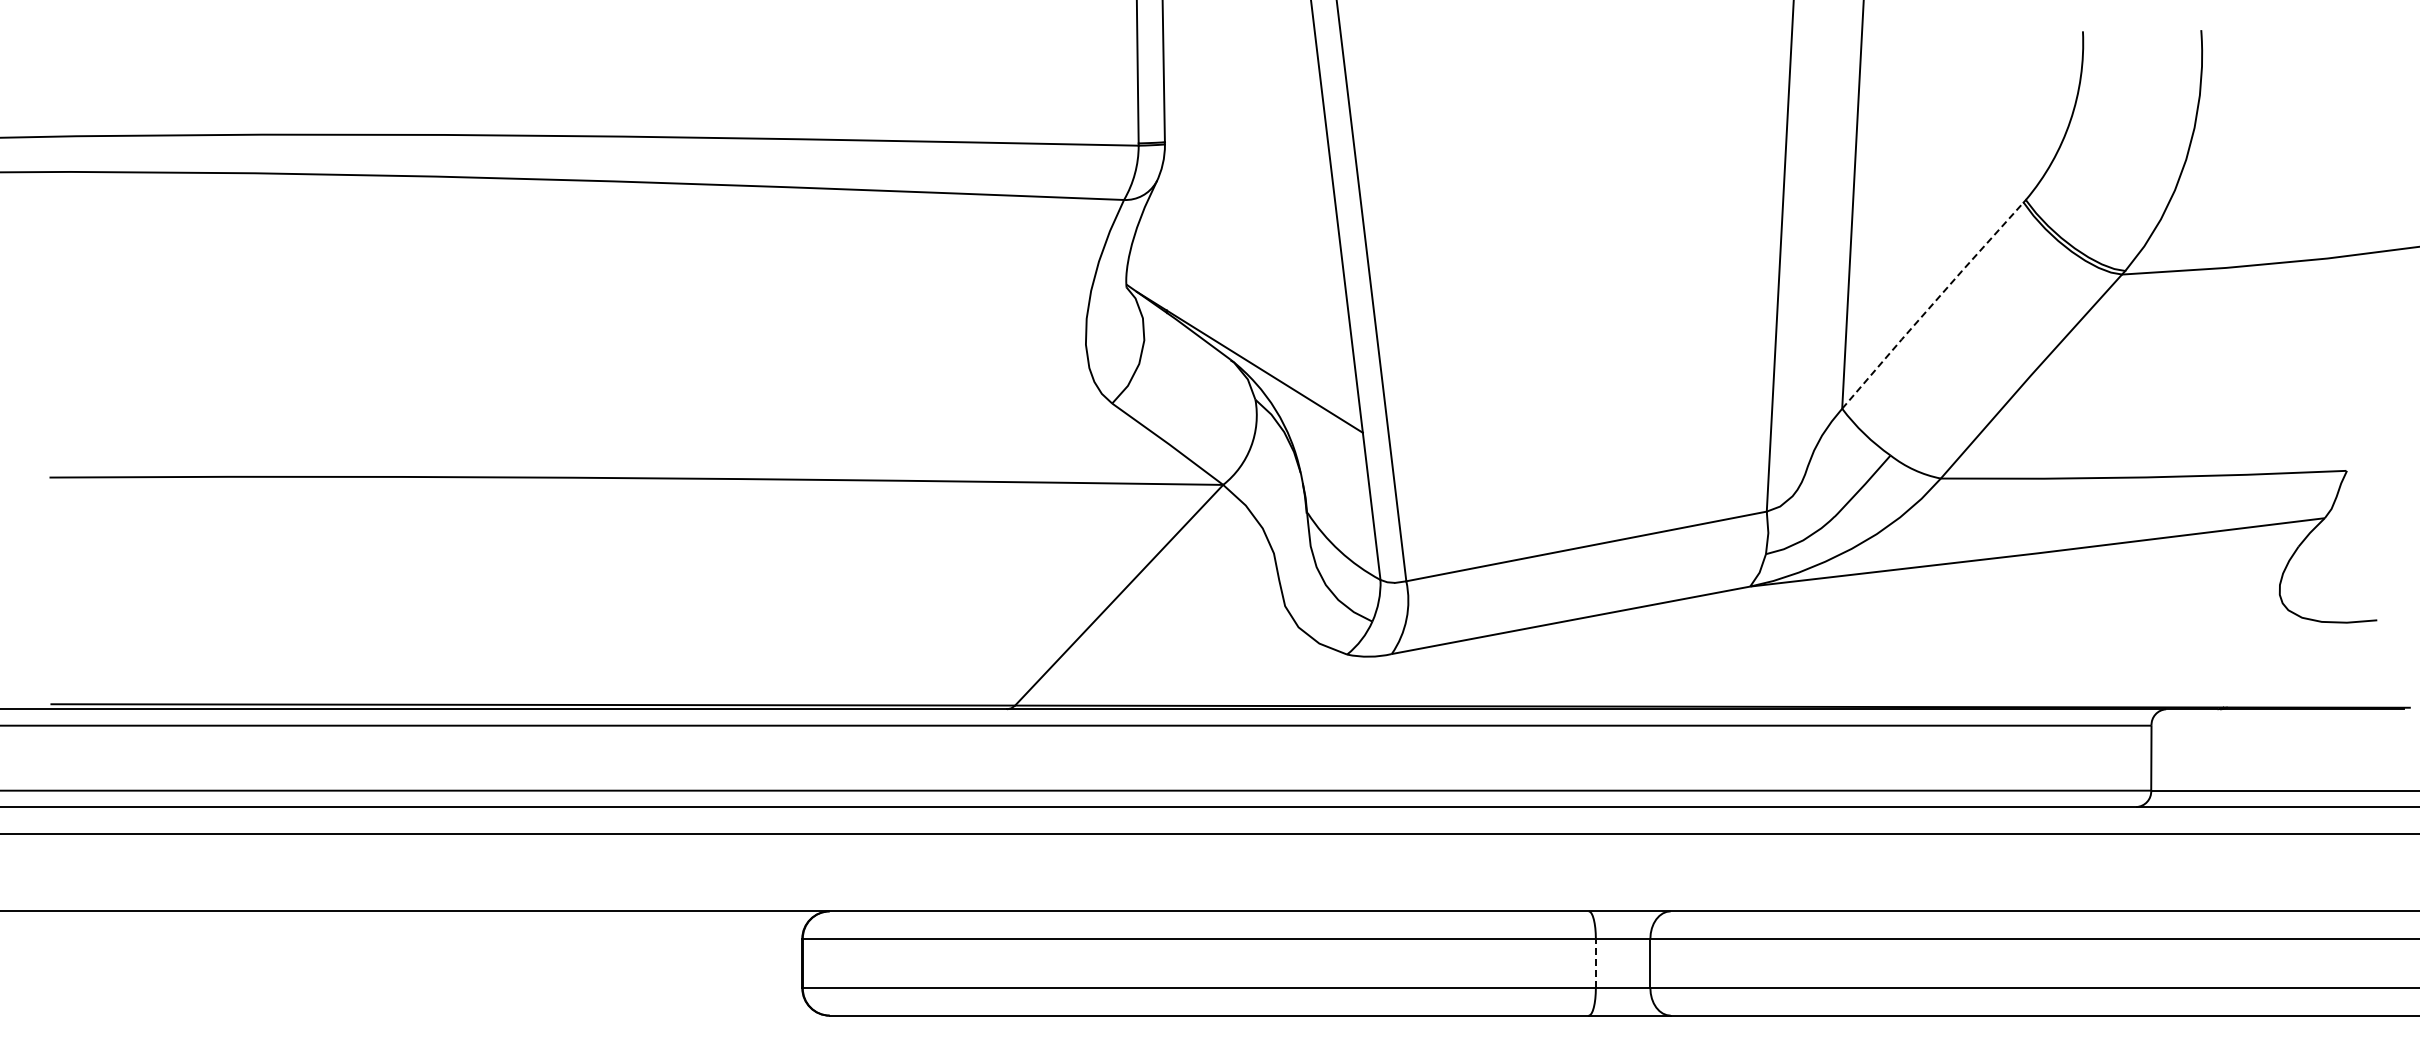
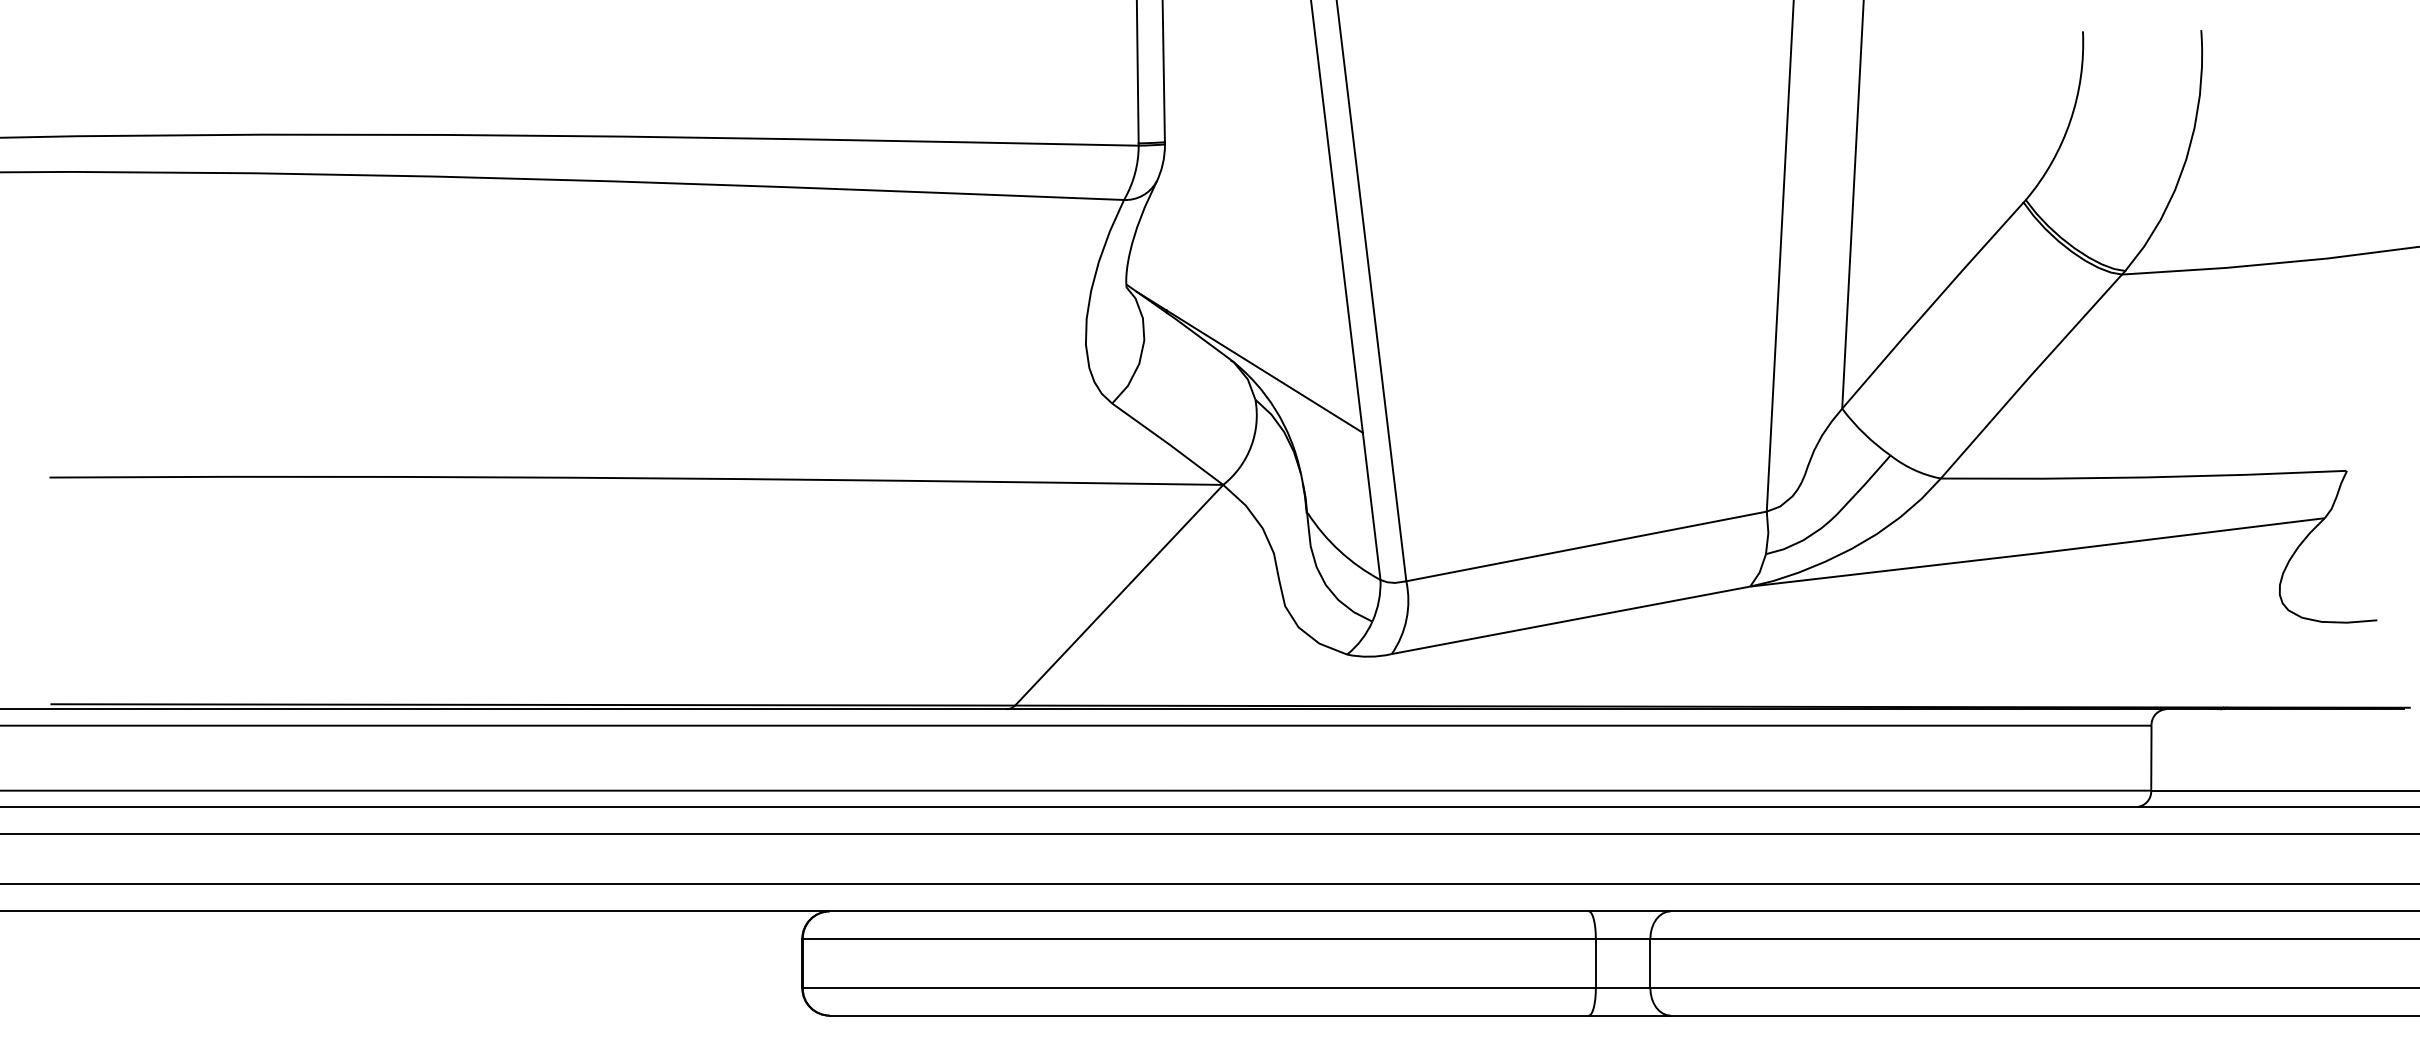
line at (1931, 305): dashed -> solid
line at (1209, 883): none -> present
line at (1595, 963): dashed -> solid
